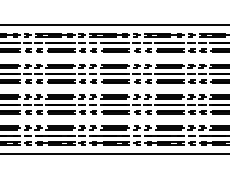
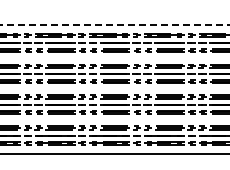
line at (115, 24): solid -> dashed
